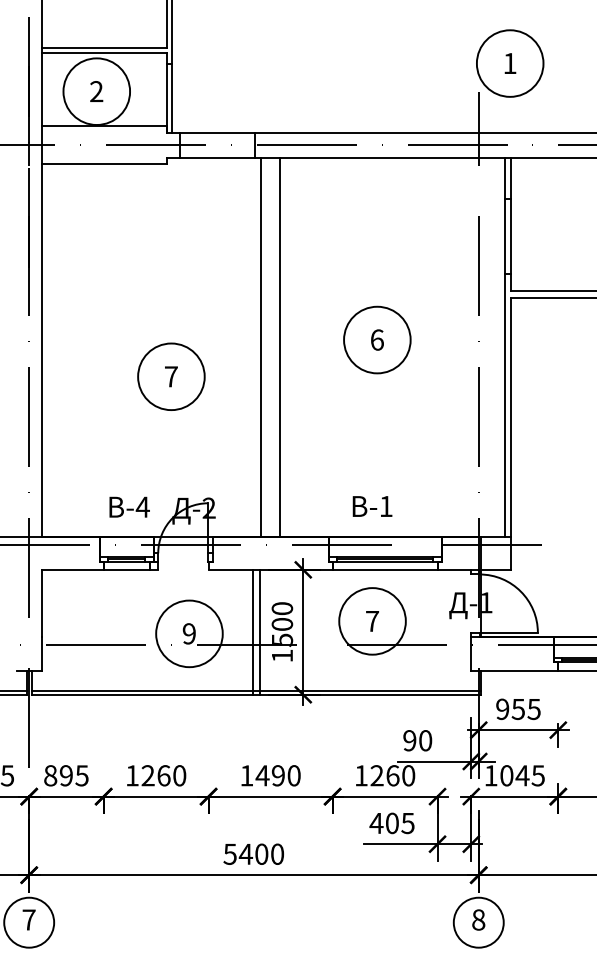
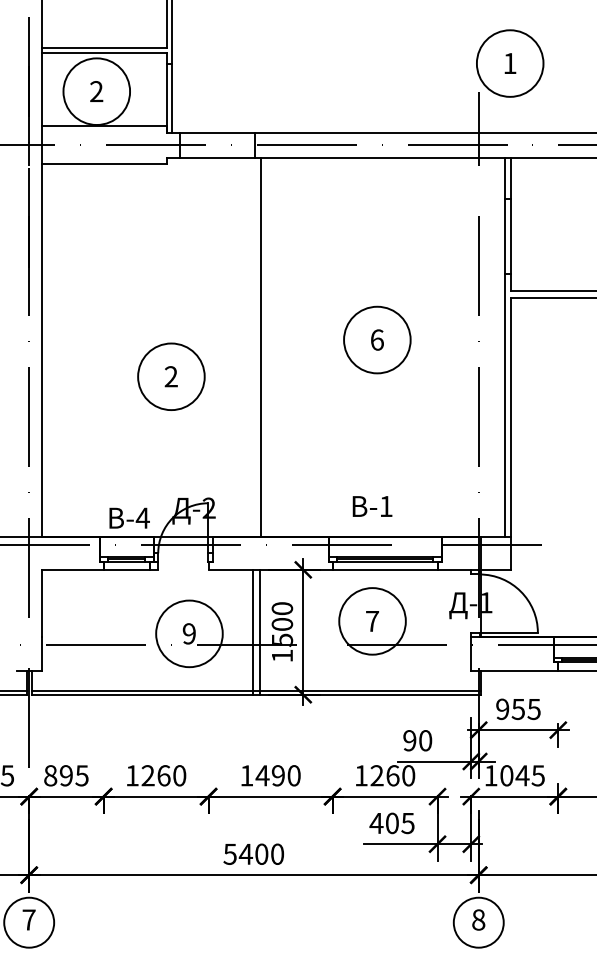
line at (279, 346): present -> none
text at (170, 376): 7 -> 2
text at (129, 506) position: (129, 506) -> (129, 517)
